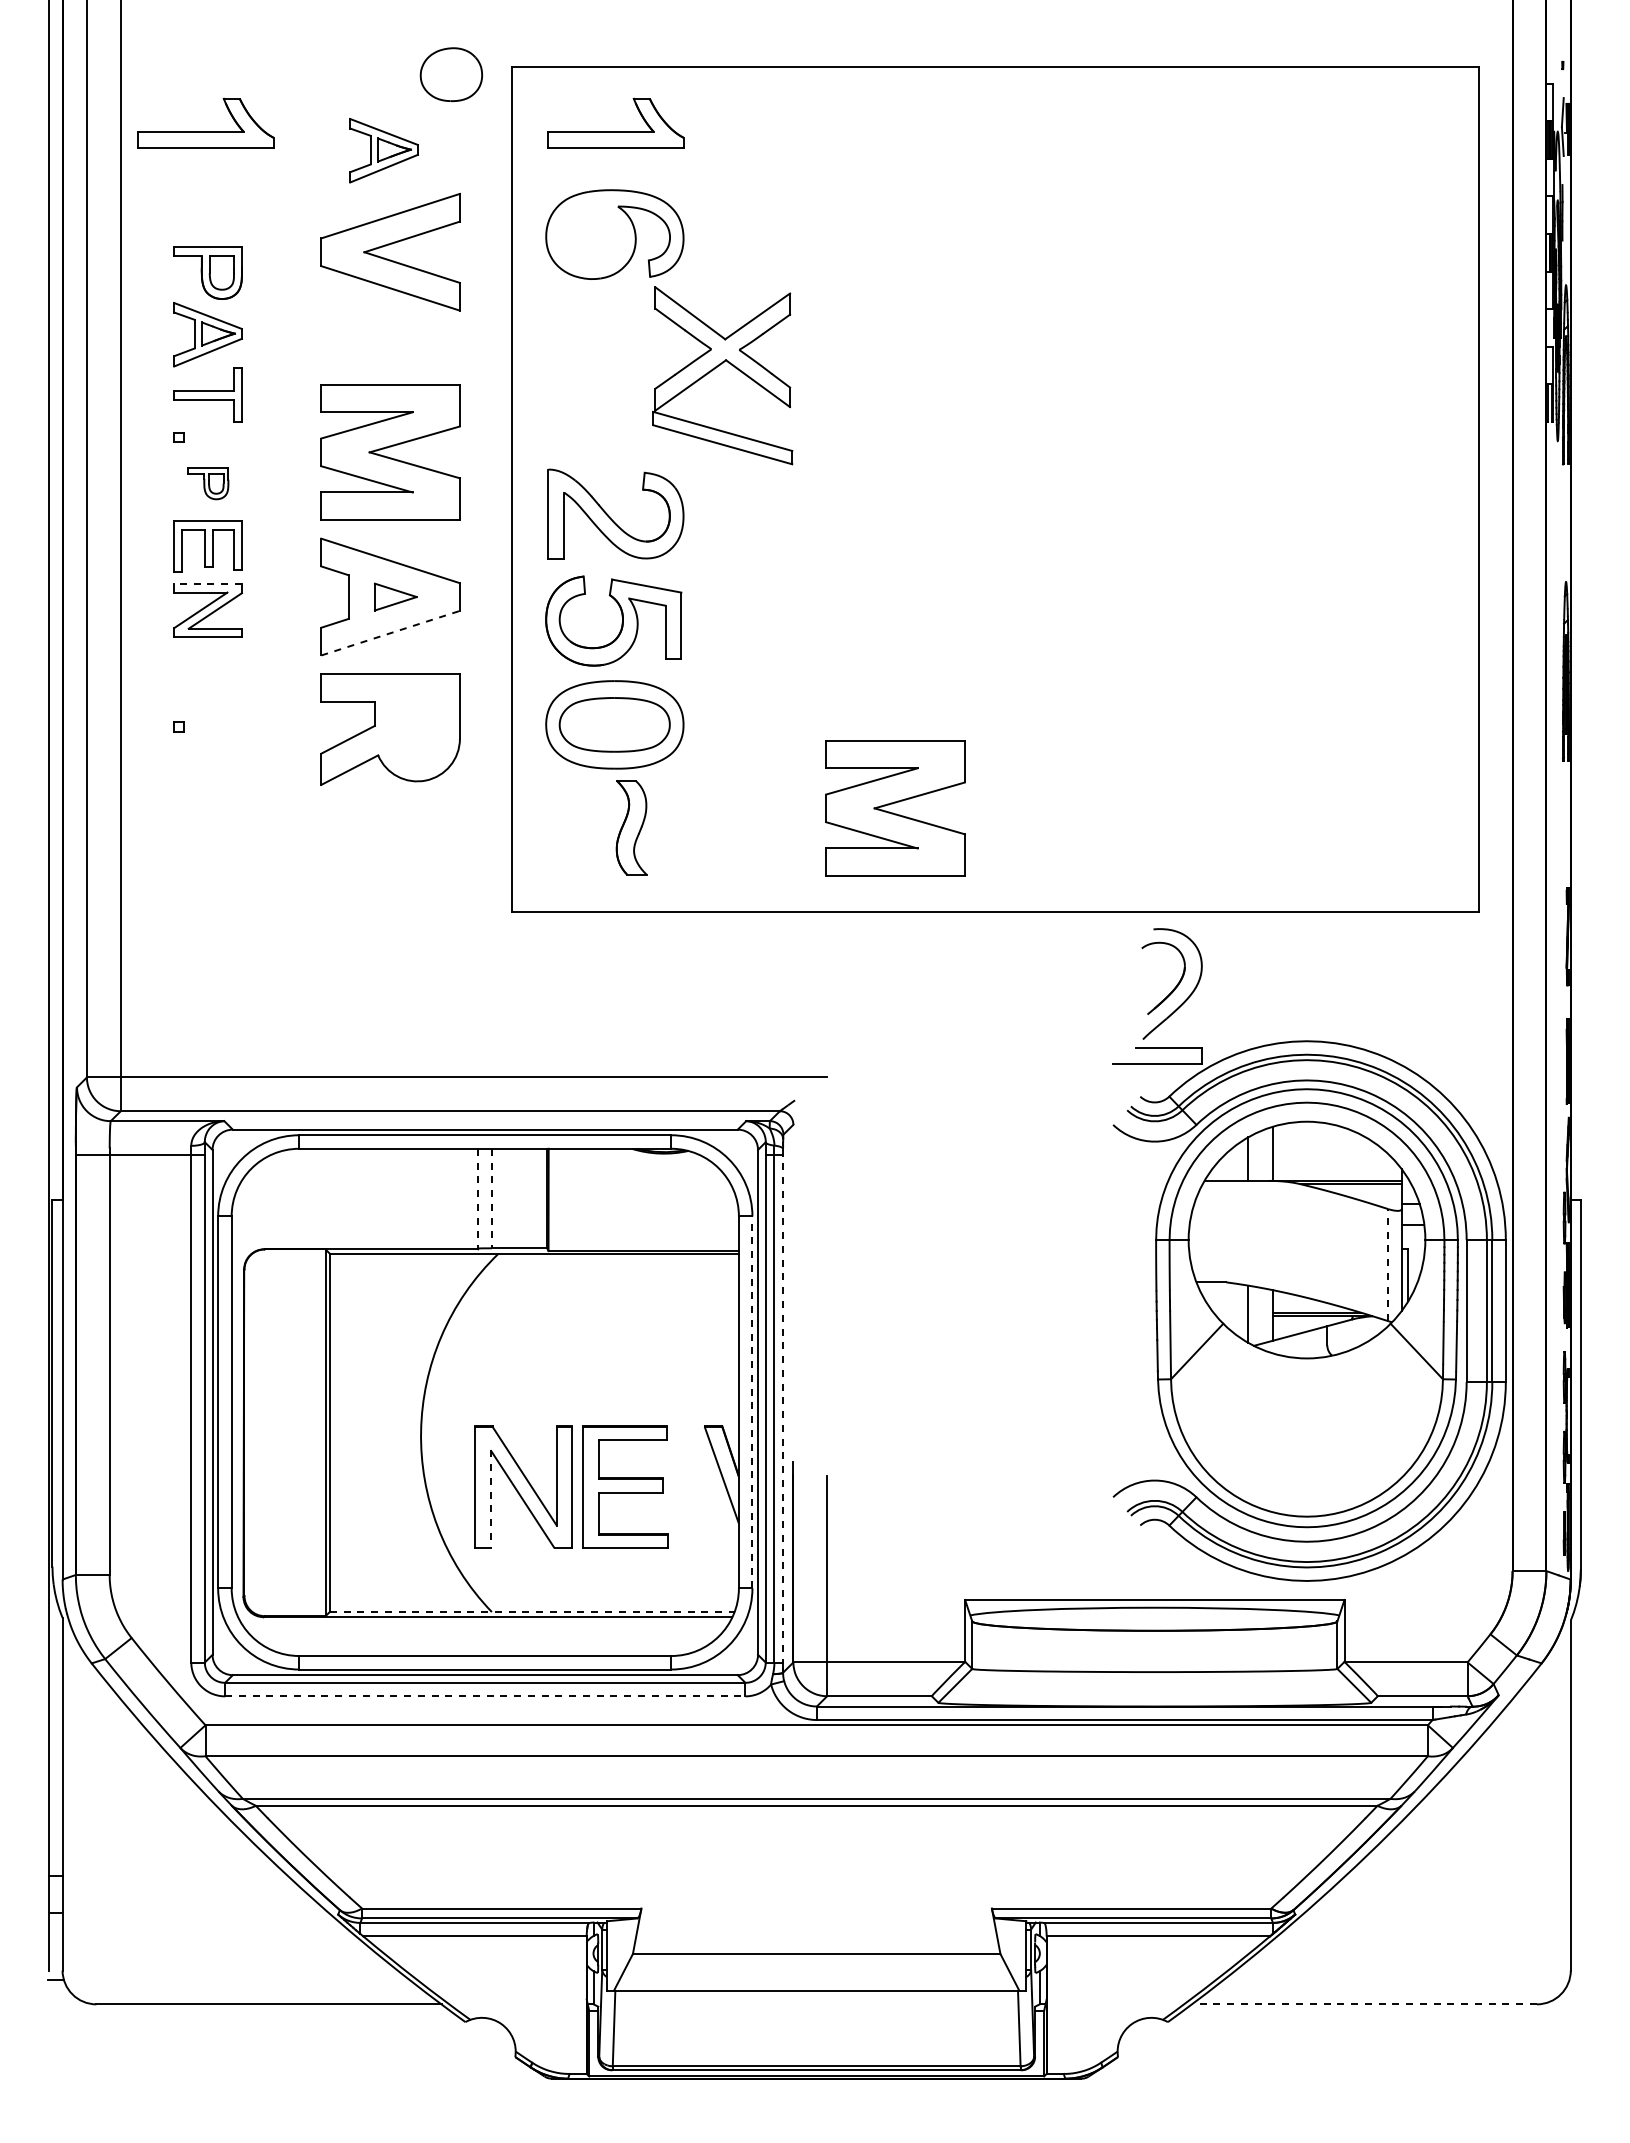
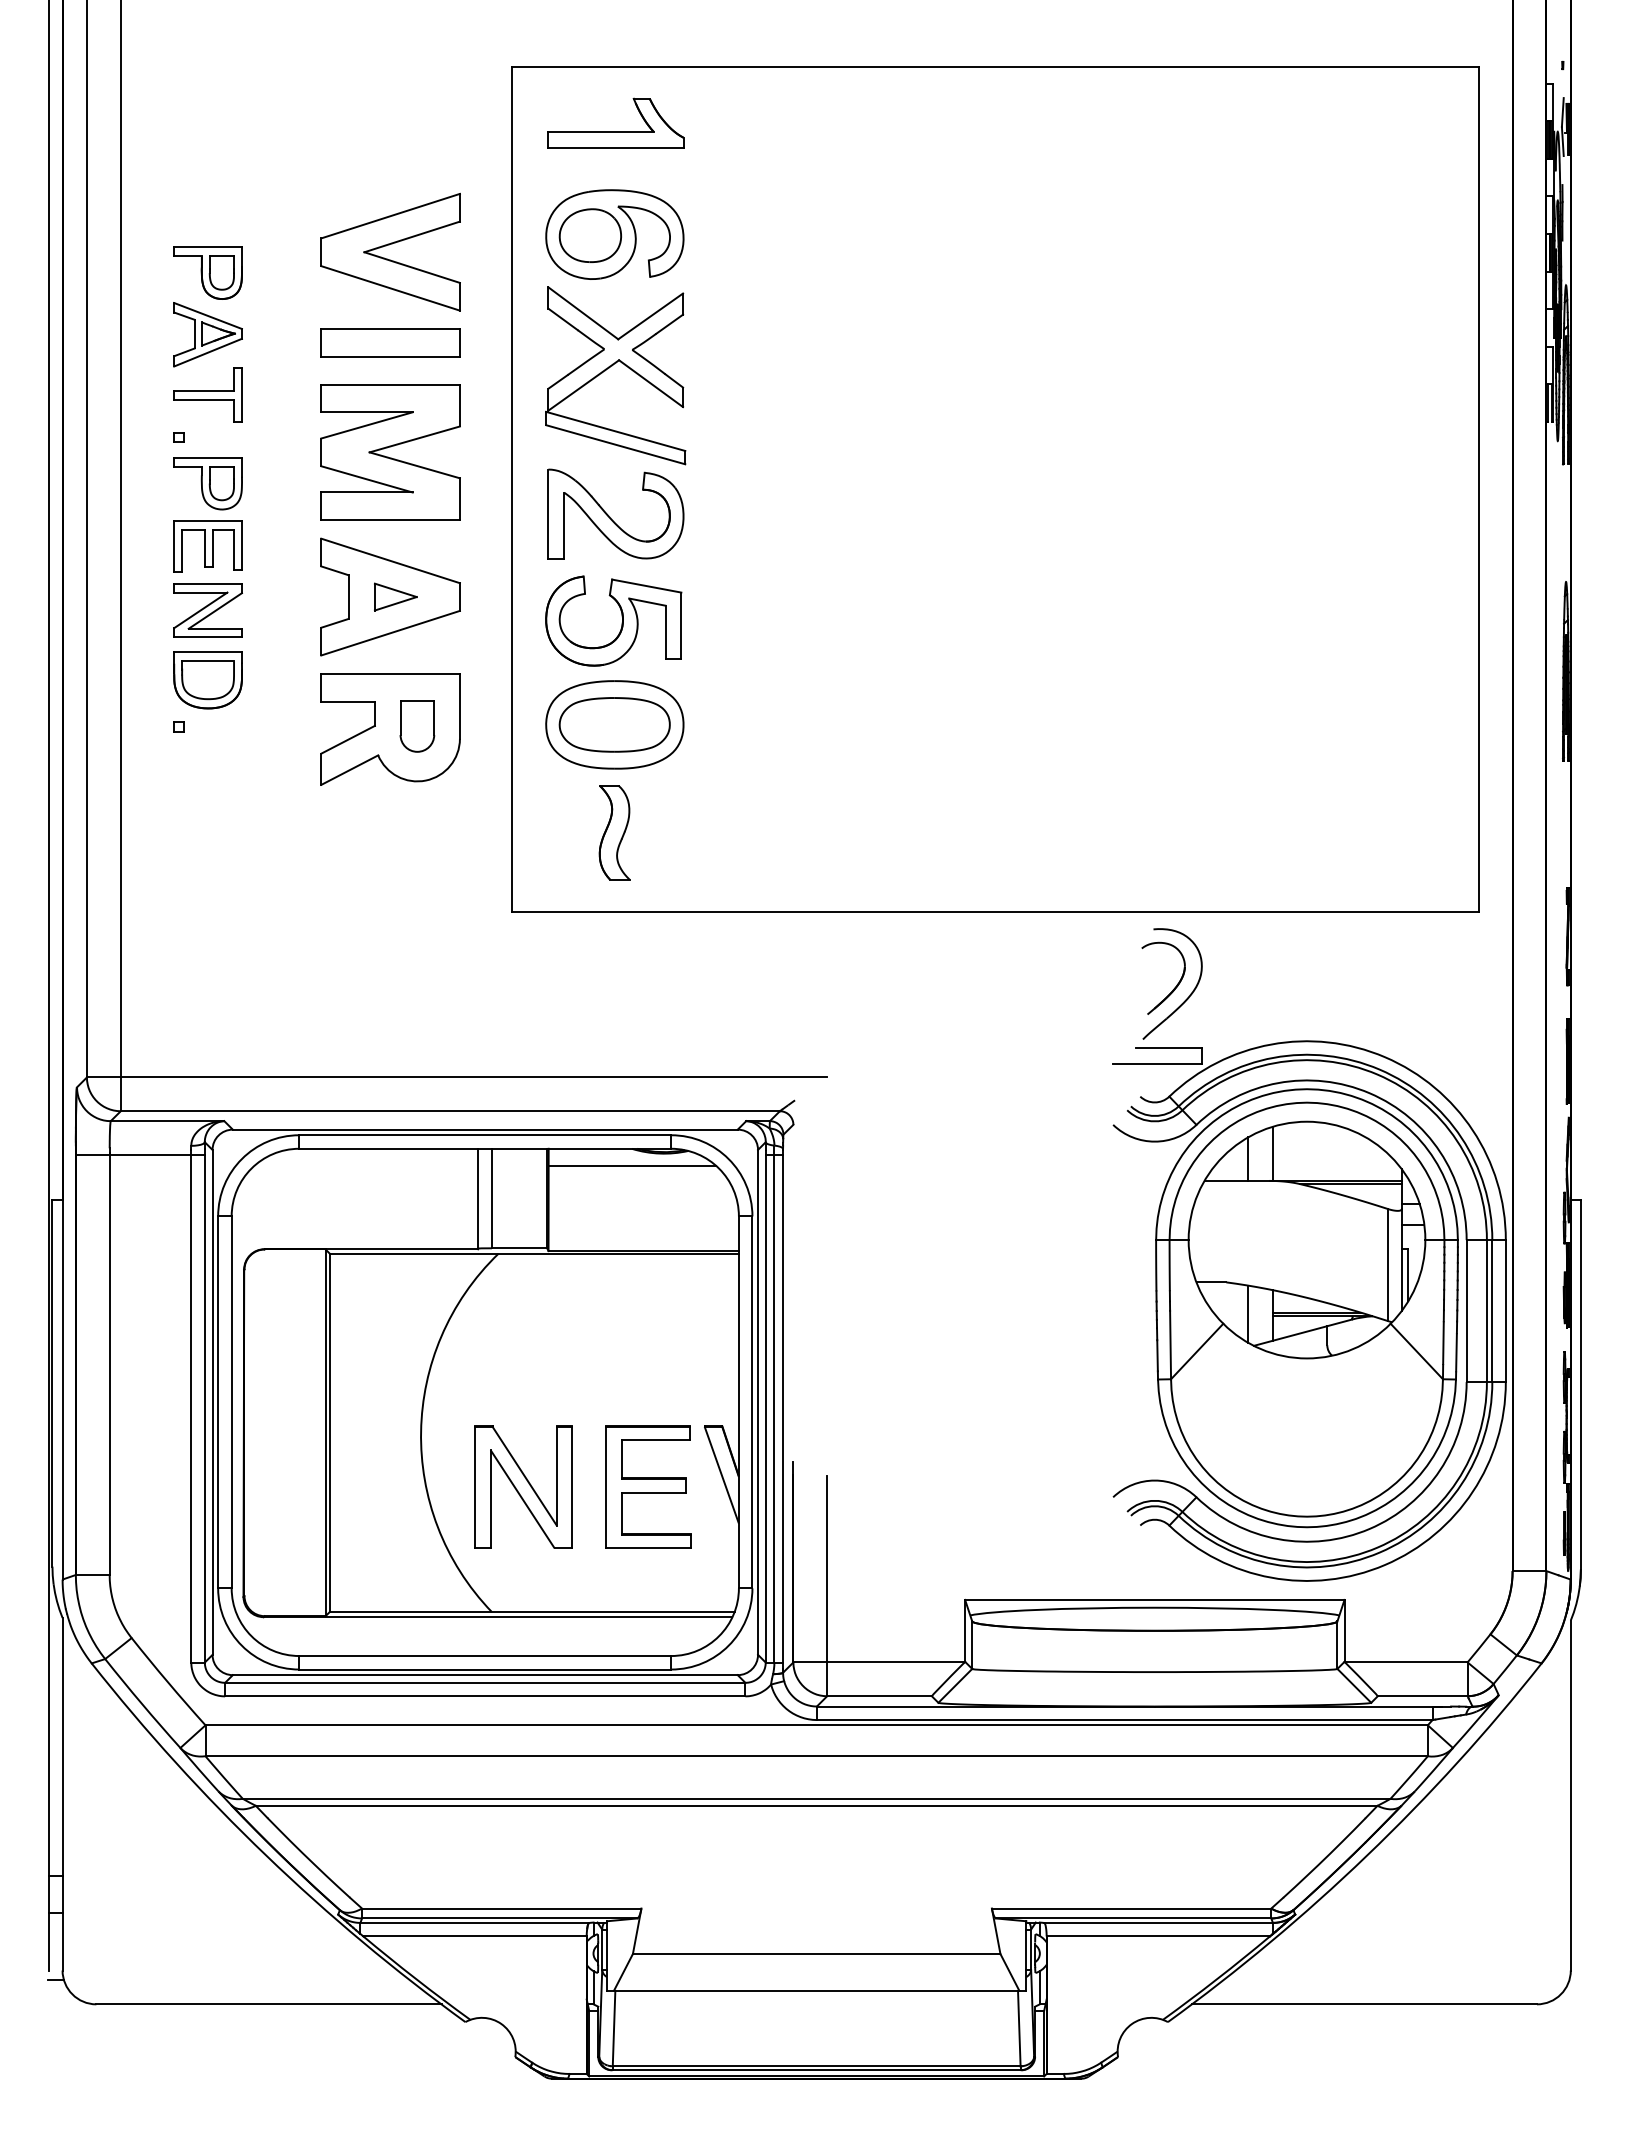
part at (450, 74) position: (450, 74) -> (589, 235)
part at (205, 131): present -> none
part at (383, 150): present -> none
part at (390, 342): none -> present
part at (716, 368) position: (716, 368) -> (609, 368)
part at (208, 483) size: 43x34 px -> 70x54 px
line at (208, 583): dashed -> solid
line at (390, 633): dashed -> solid
part at (207, 680): none -> present
part at (417, 726): none -> present
part at (895, 808): present -> none
part at (631, 827) position: (631, 827) -> (614, 832)
line at (631, 1165): none -> present
line at (478, 1198): dashed -> solid
line at (491, 1198): dashed -> solid
line at (1388, 1264): dashed -> solid
line at (752, 1402): dashed -> solid
line at (783, 1406): dashed -> solid
part at (625, 1486) position: (625, 1486) -> (648, 1486)
line at (490, 1499): dashed -> solid
line at (532, 1612): dashed -> solid
line at (485, 1696): dashed -> solid
line at (1364, 2004): dashed -> solid
